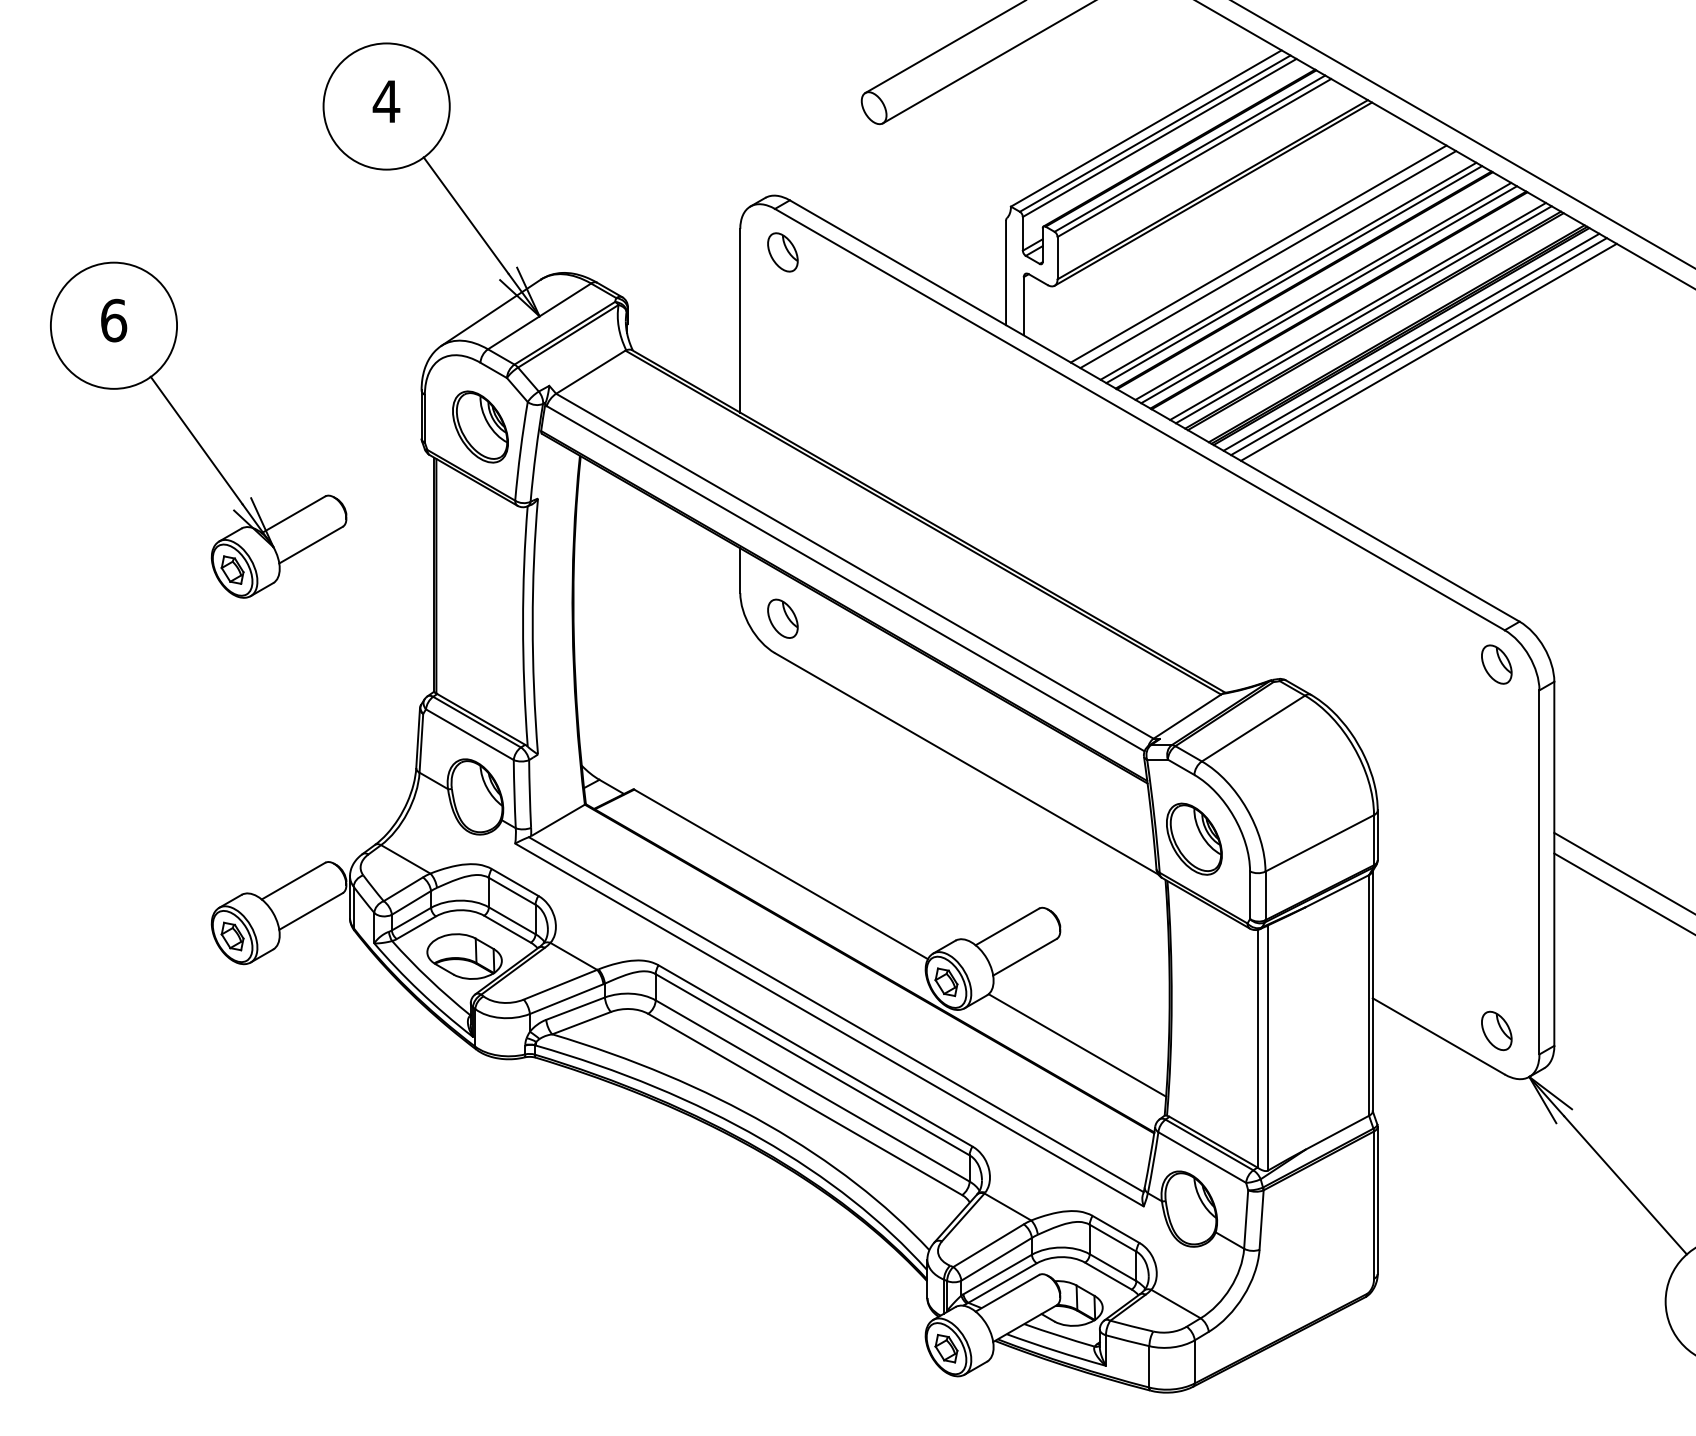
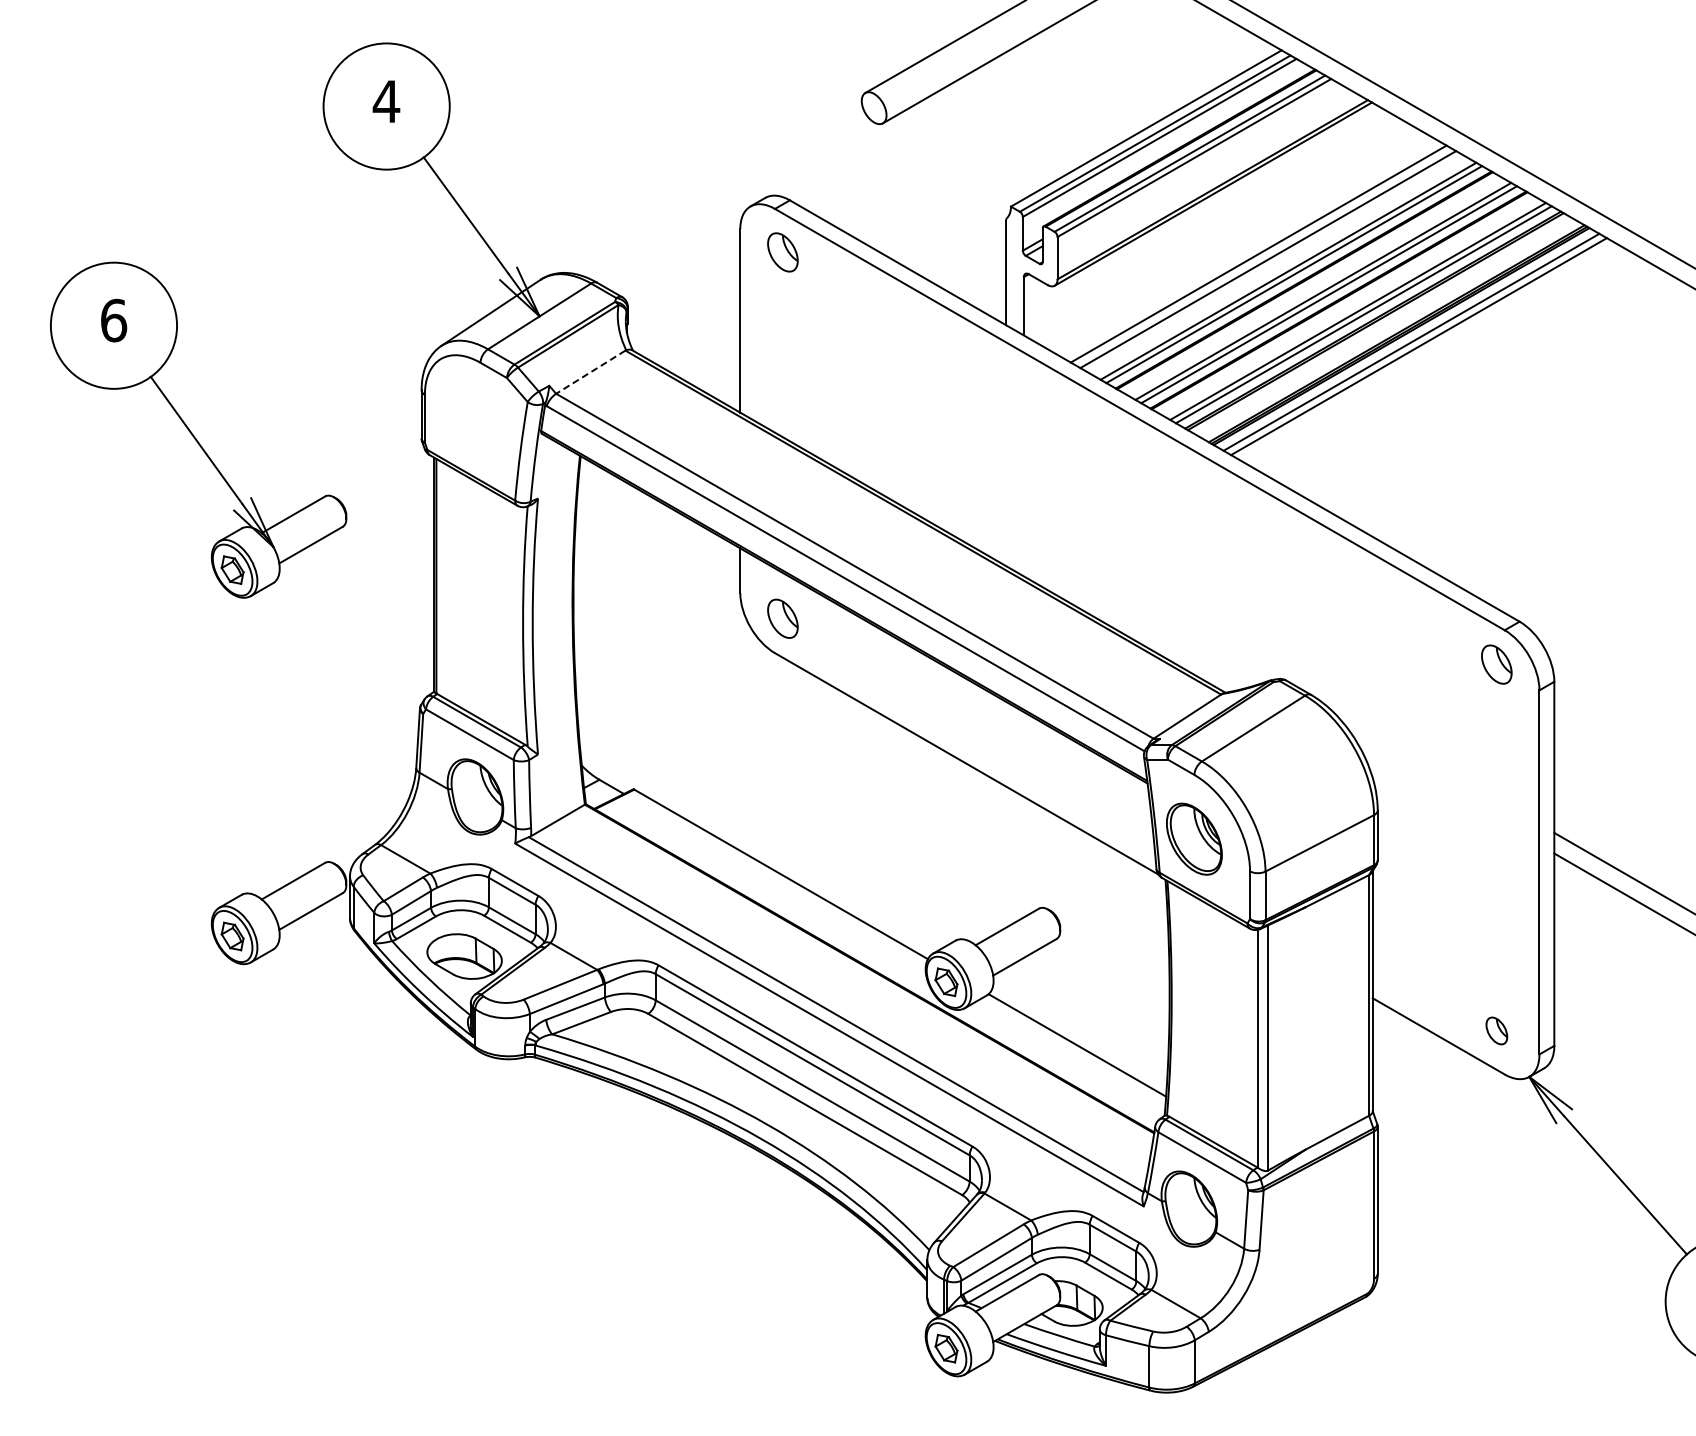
line at (1428, 351): present -> none
line at (590, 372): solid -> dashed
part at (480, 426): present -> none
part at (1496, 1030) size: 32x42 px -> 24x30 px
